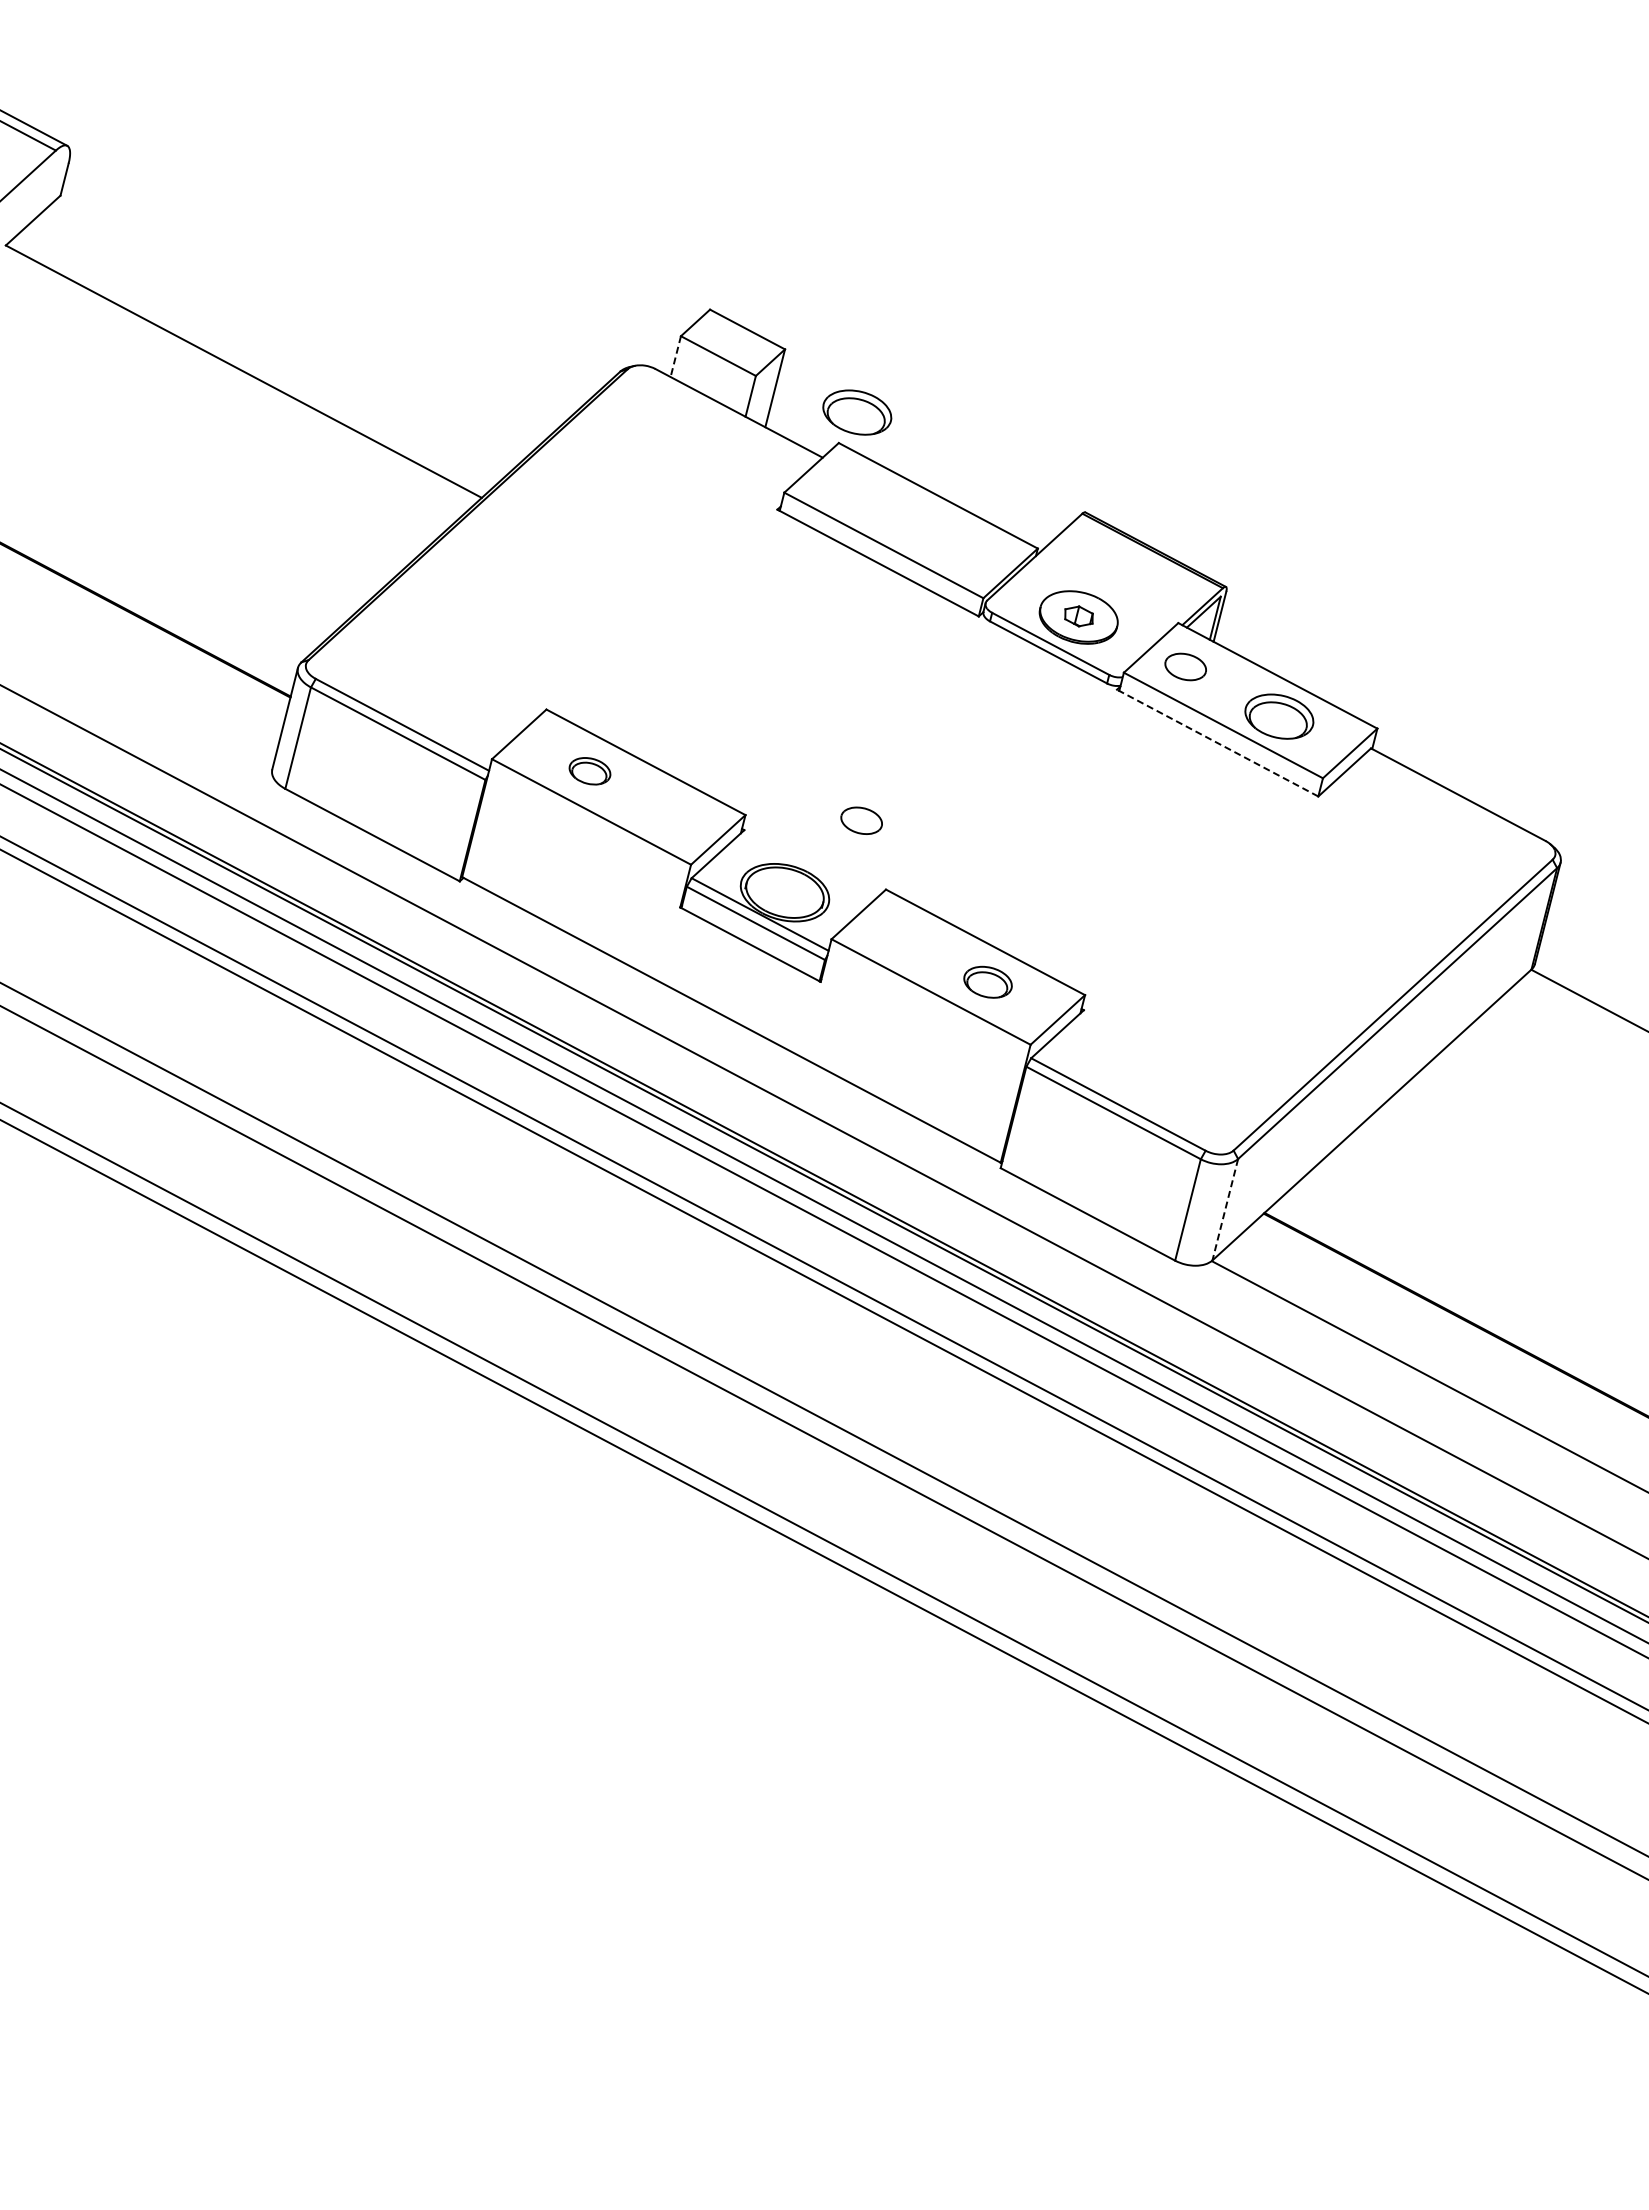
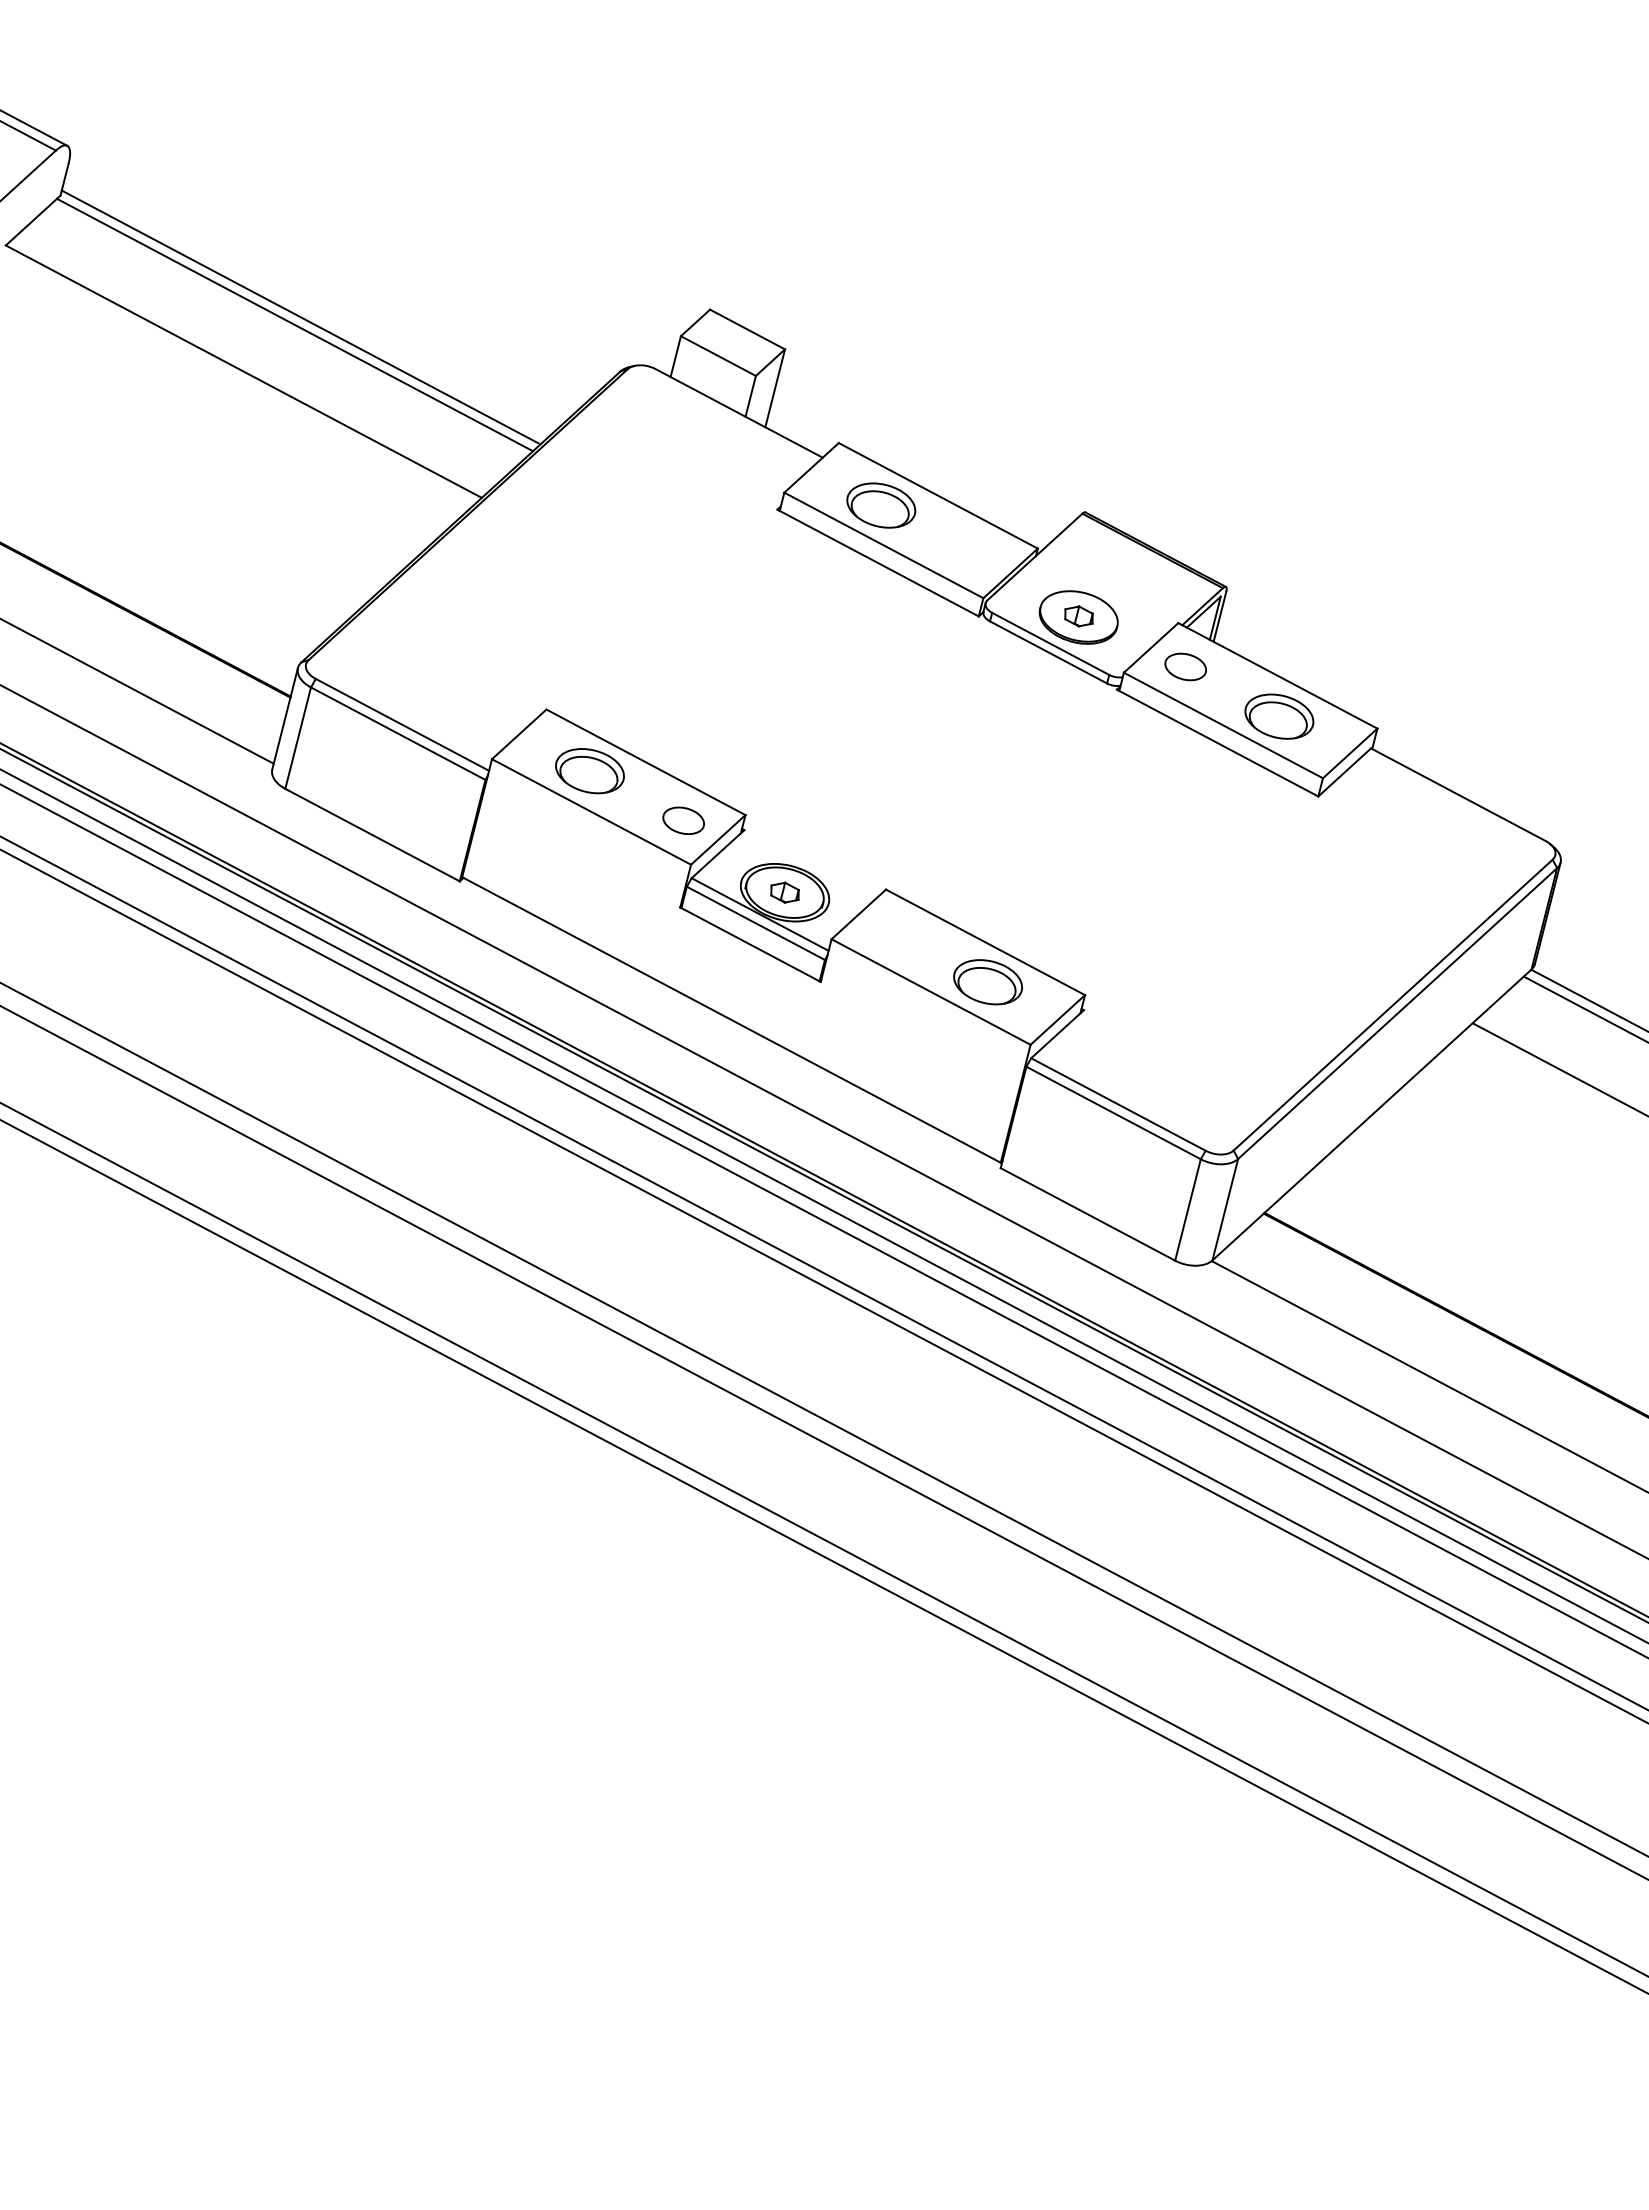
line at (300, 317): none -> present
line at (295, 324): none -> present
line at (675, 357): dashed -> solid
part at (857, 412) position: (857, 412) -> (881, 505)
line at (137, 691): none -> present
line at (1217, 743): dashed -> solid
part at (589, 771) size: 44x29 px -> 70x47 px
part at (861, 820) position: (861, 820) -> (683, 820)
part at (784, 892): none -> present
part at (987, 981) size: 50x34 px -> 70x47 px
line at (1584, 1008): none -> present
line at (1558, 1069): none -> present
line at (1225, 1210): dashed -> solid
